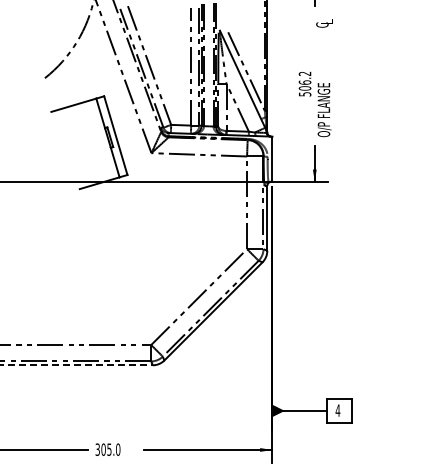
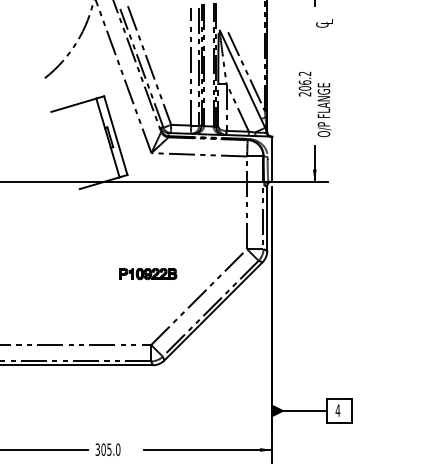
text at (304, 94): 506.2 -> 206.2
part at (148, 274): none -> present
line at (76, 365): dashed -> solid
